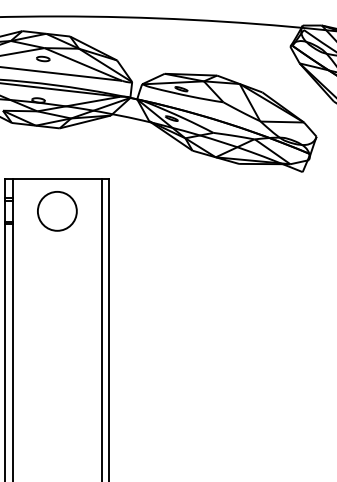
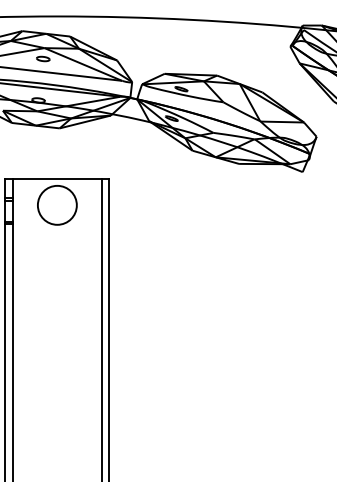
part at (57, 211) position: (57, 211) -> (57, 205)
